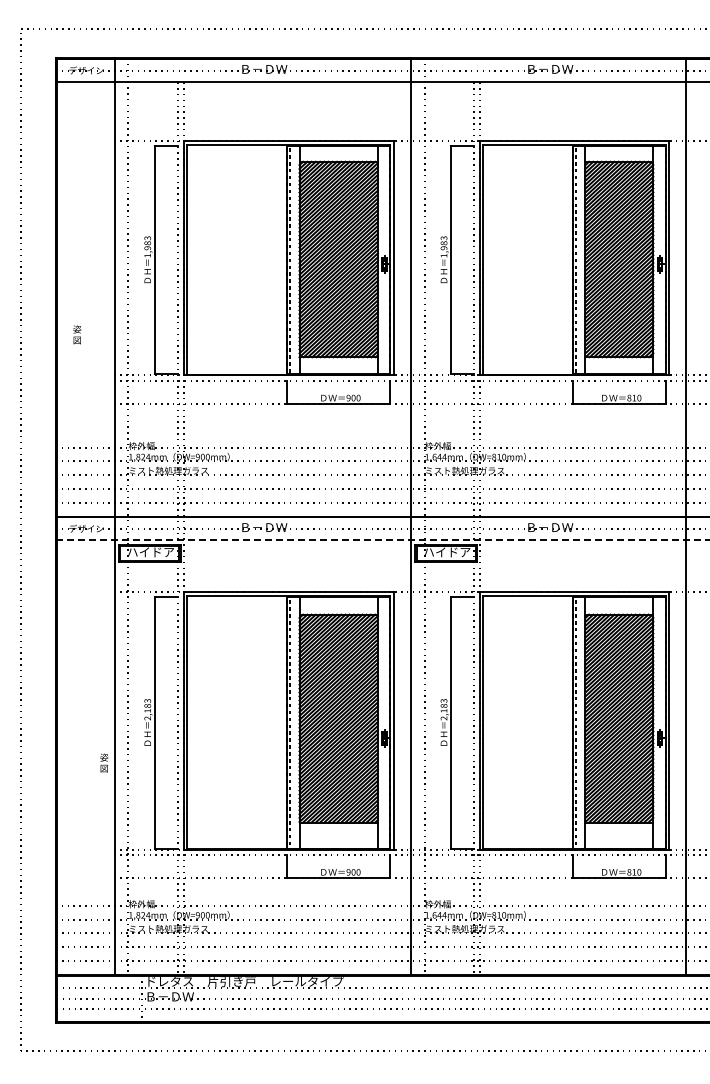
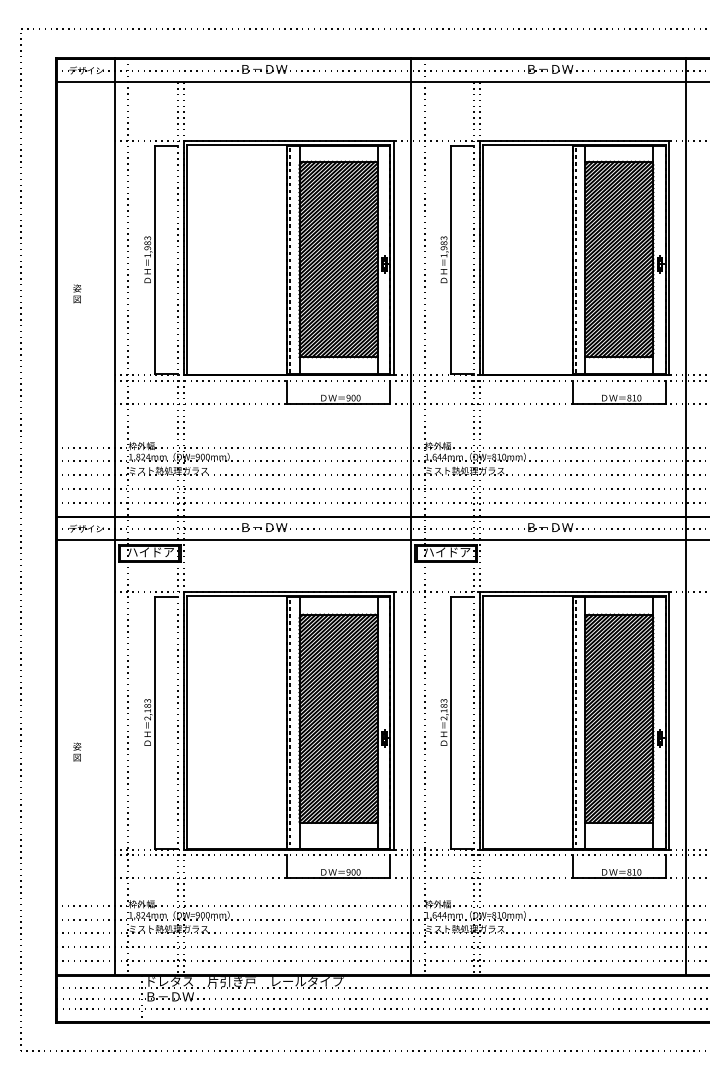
text at (77, 334) position: (77, 334) -> (77, 293)
line at (382, 540): dashed -> solid
text at (104, 762) position: (104, 762) -> (77, 751)
